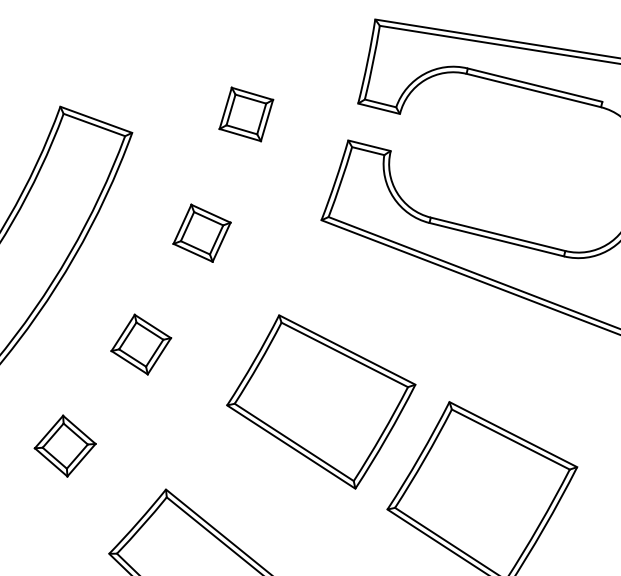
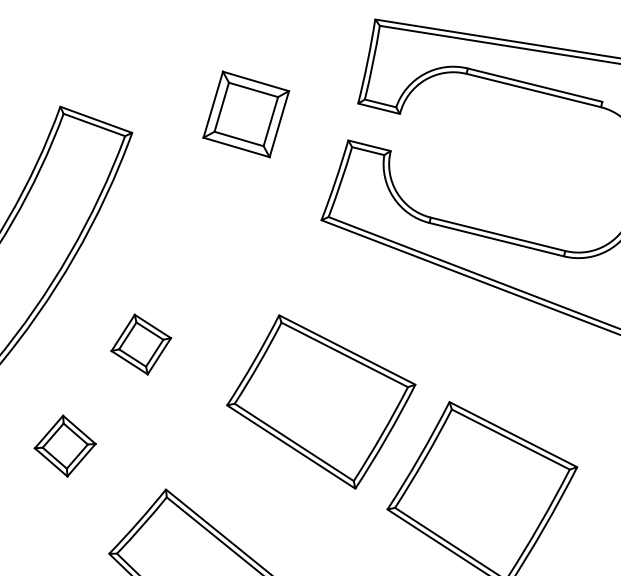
part at (246, 114) size: 57x57 px -> 89x89 px
part at (201, 232): present -> none
